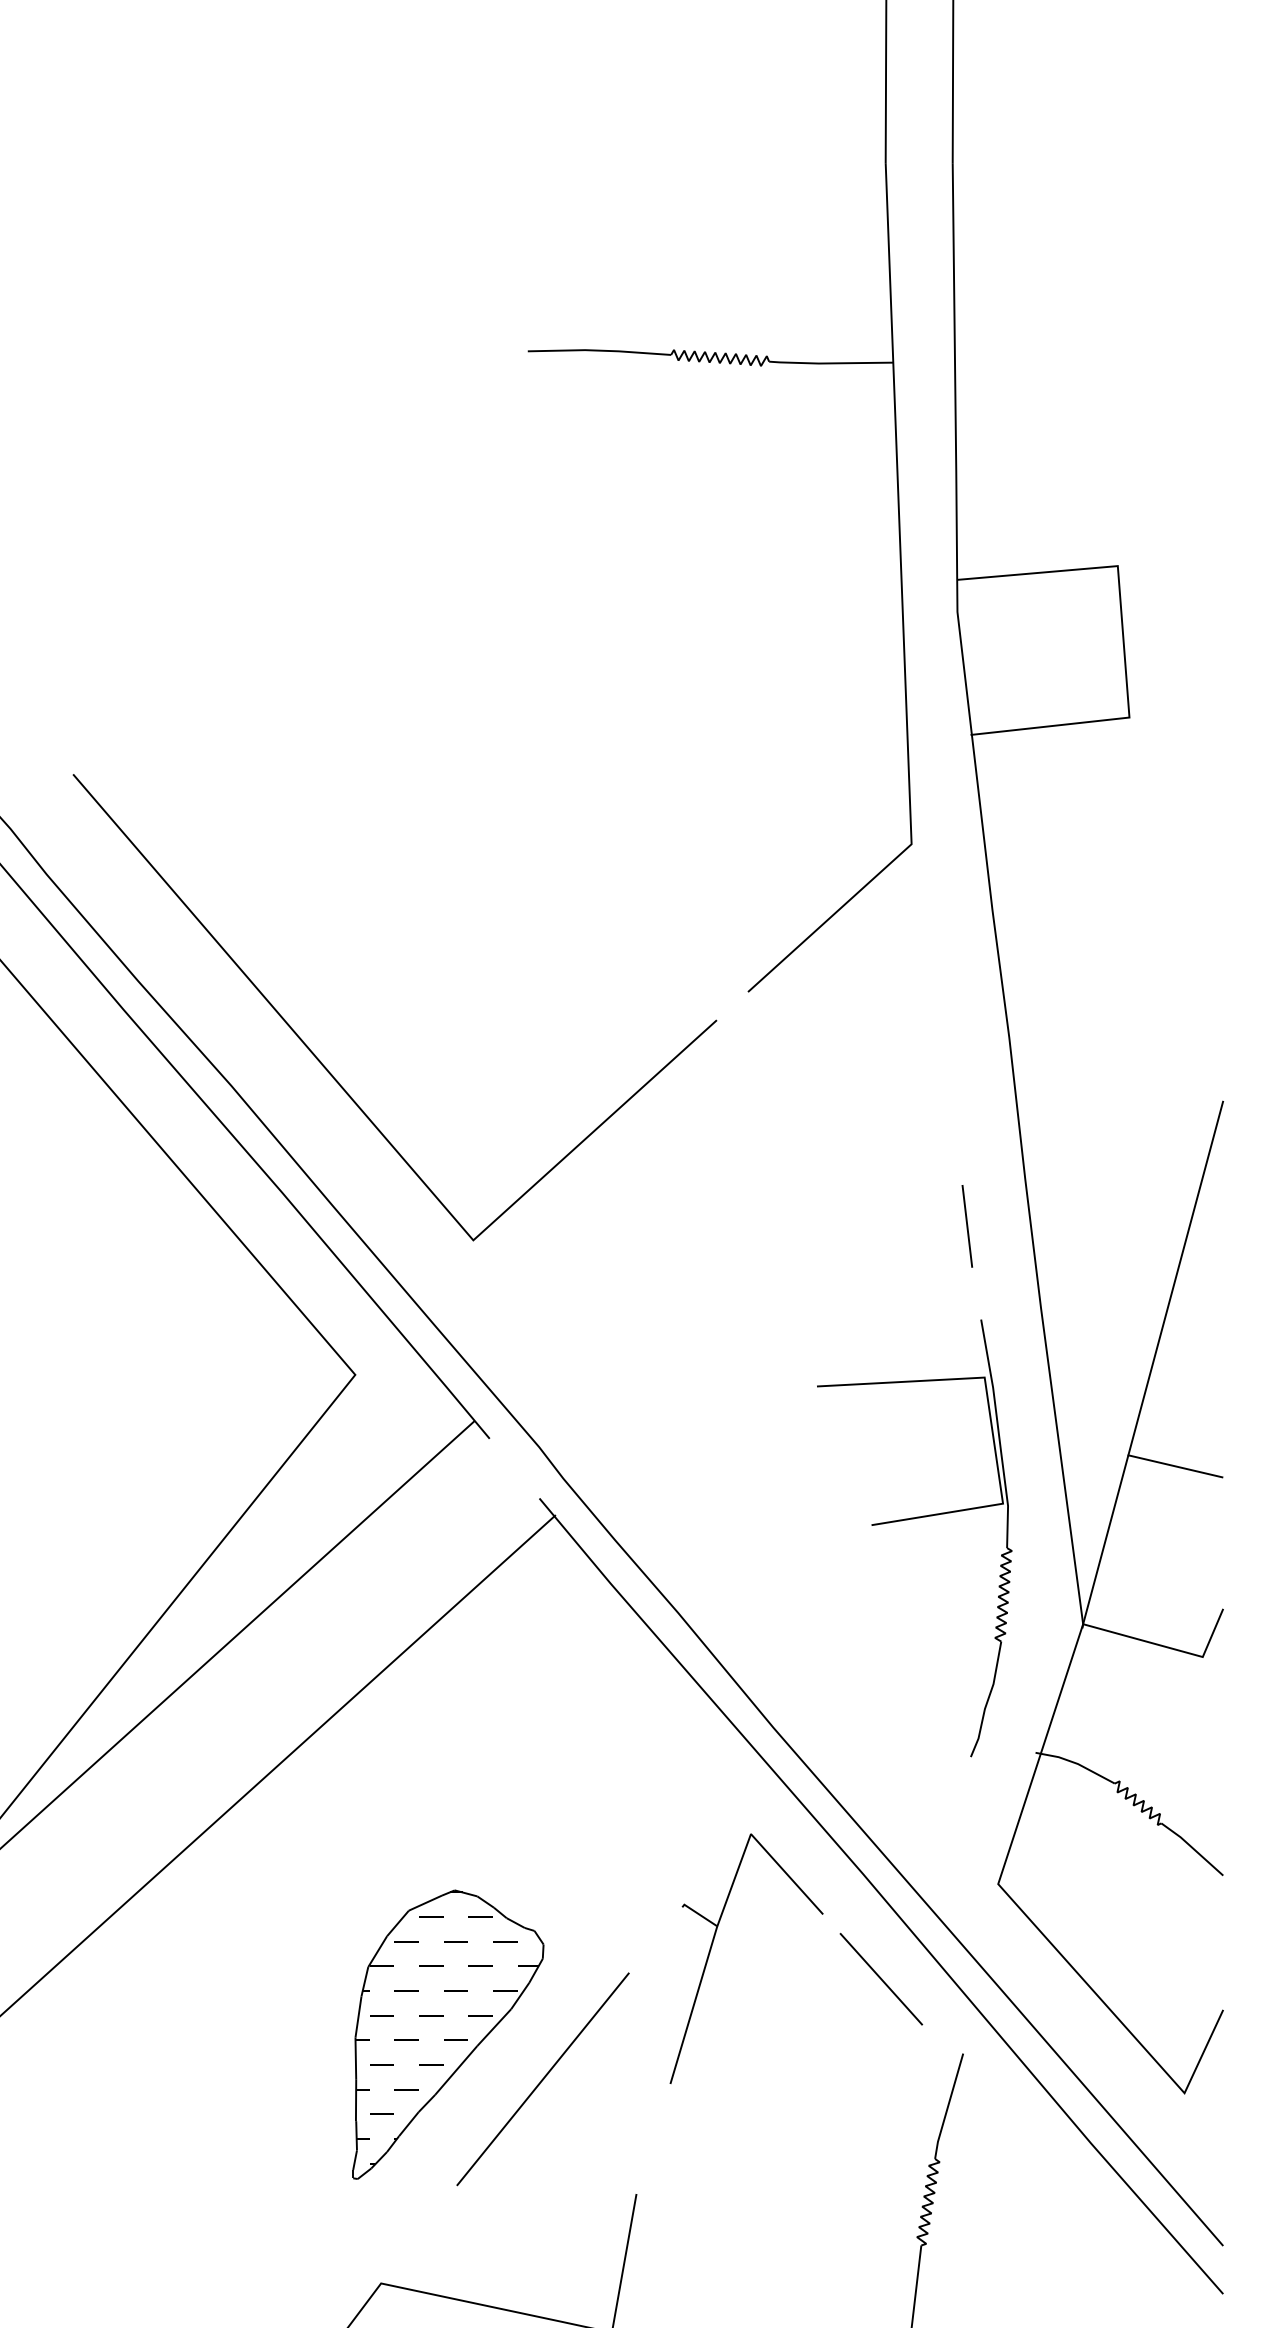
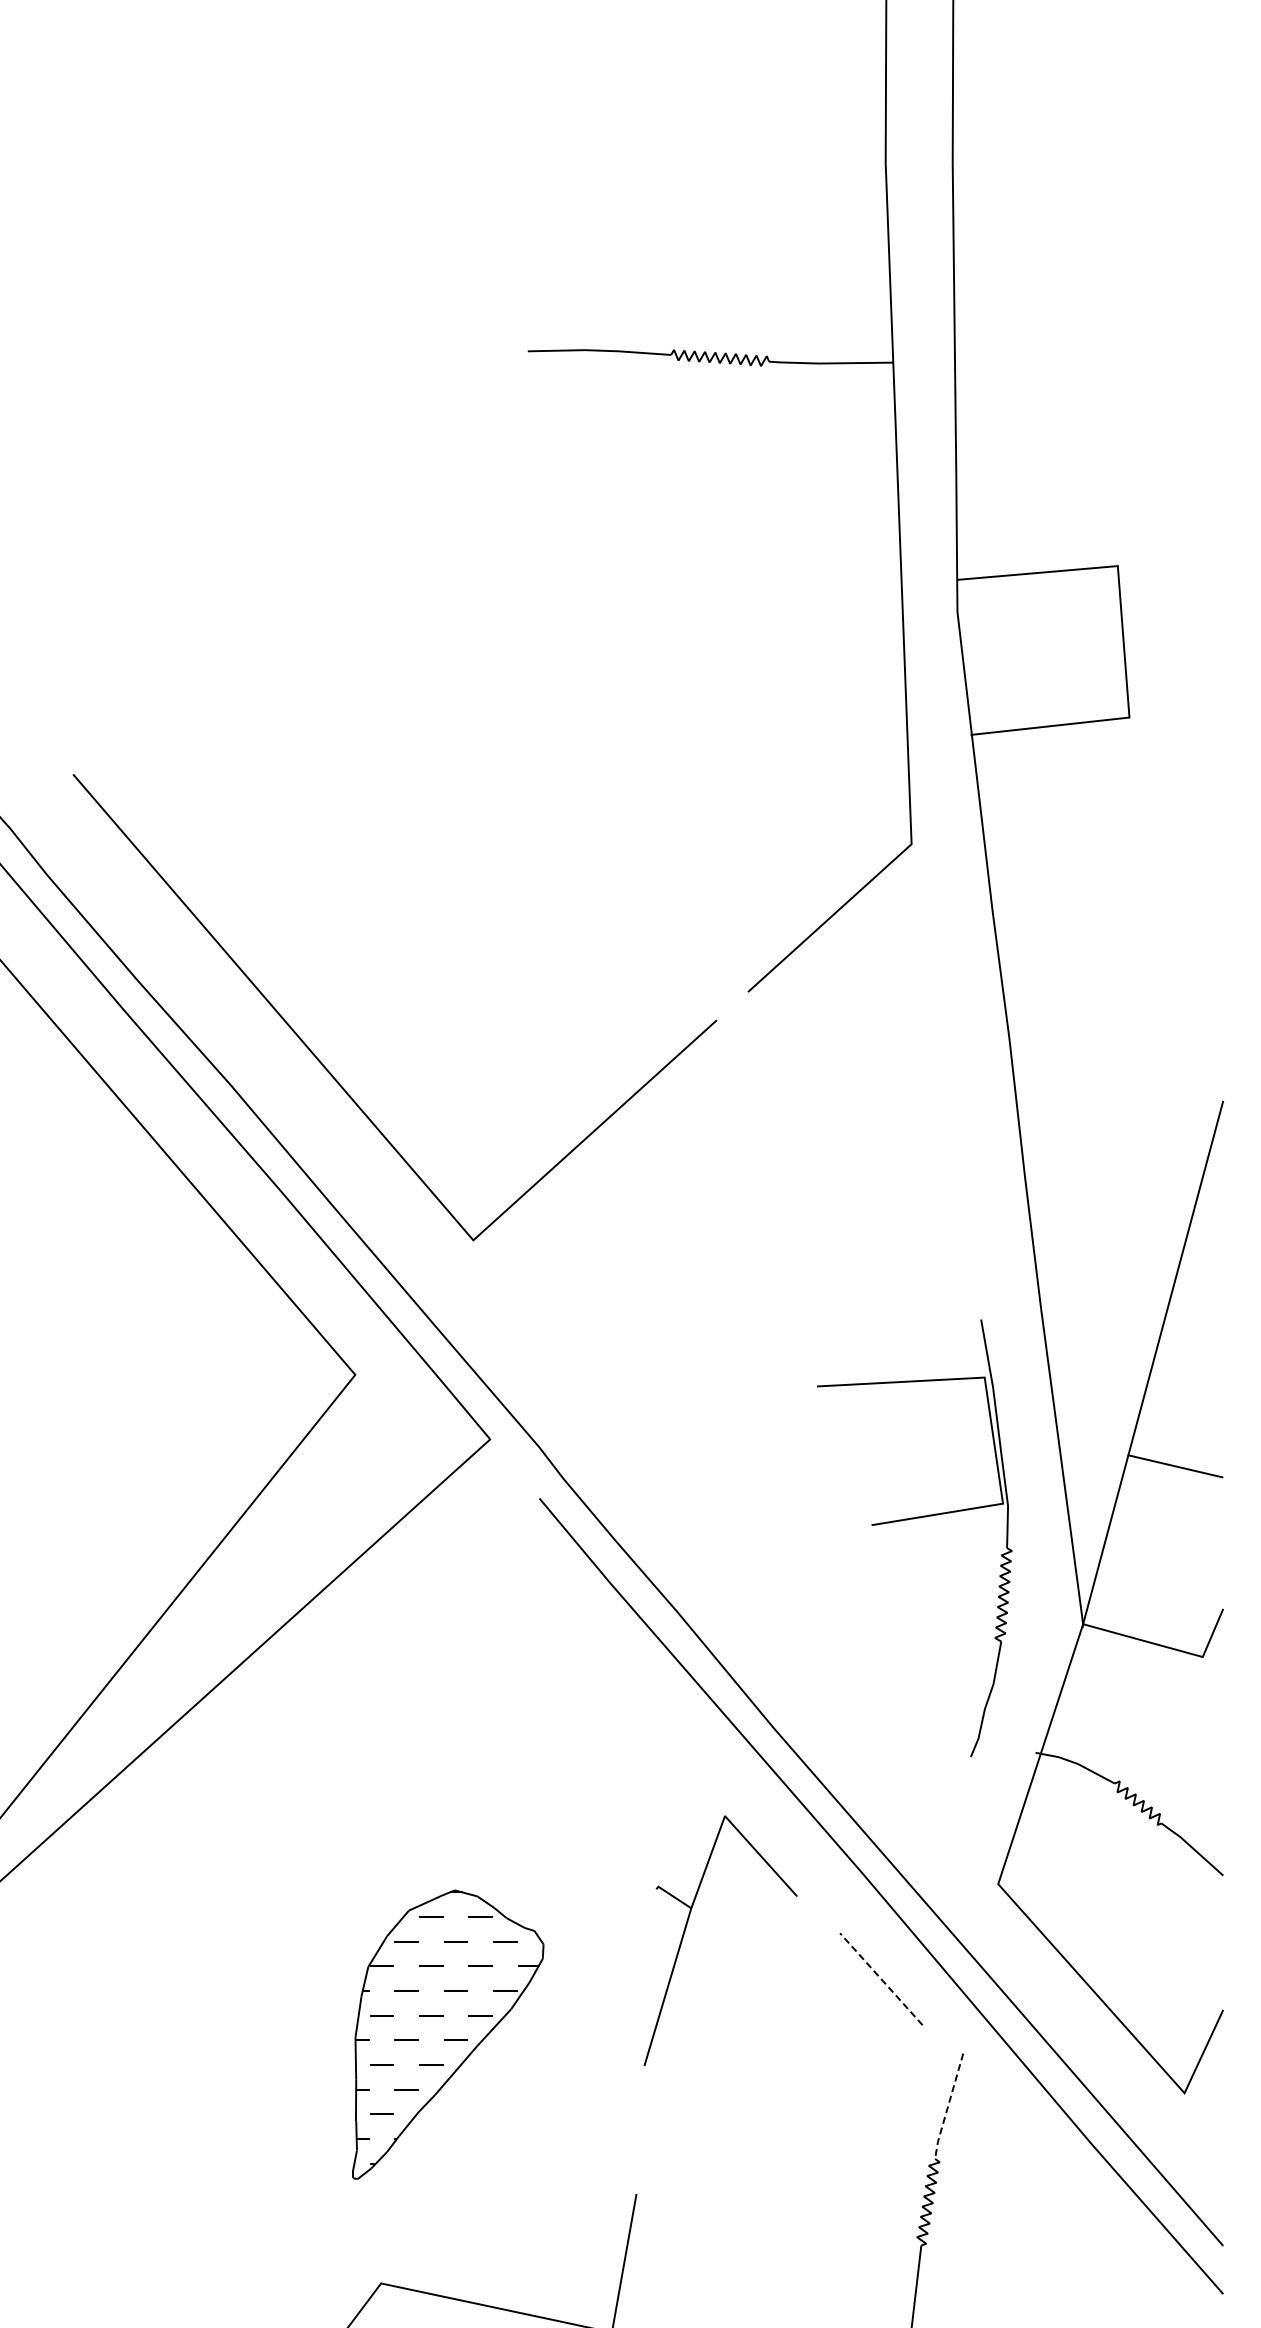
line at (967, 1226): present -> none
line at (238, 1633) position: (238, 1633) -> (246, 1659)
line at (278, 1764): present -> none
part at (711, 1950) position: (711, 1950) -> (685, 1932)
line at (881, 1979): solid -> dashed
line at (542, 2079): present -> none
line at (947, 2107): solid -> dashed
